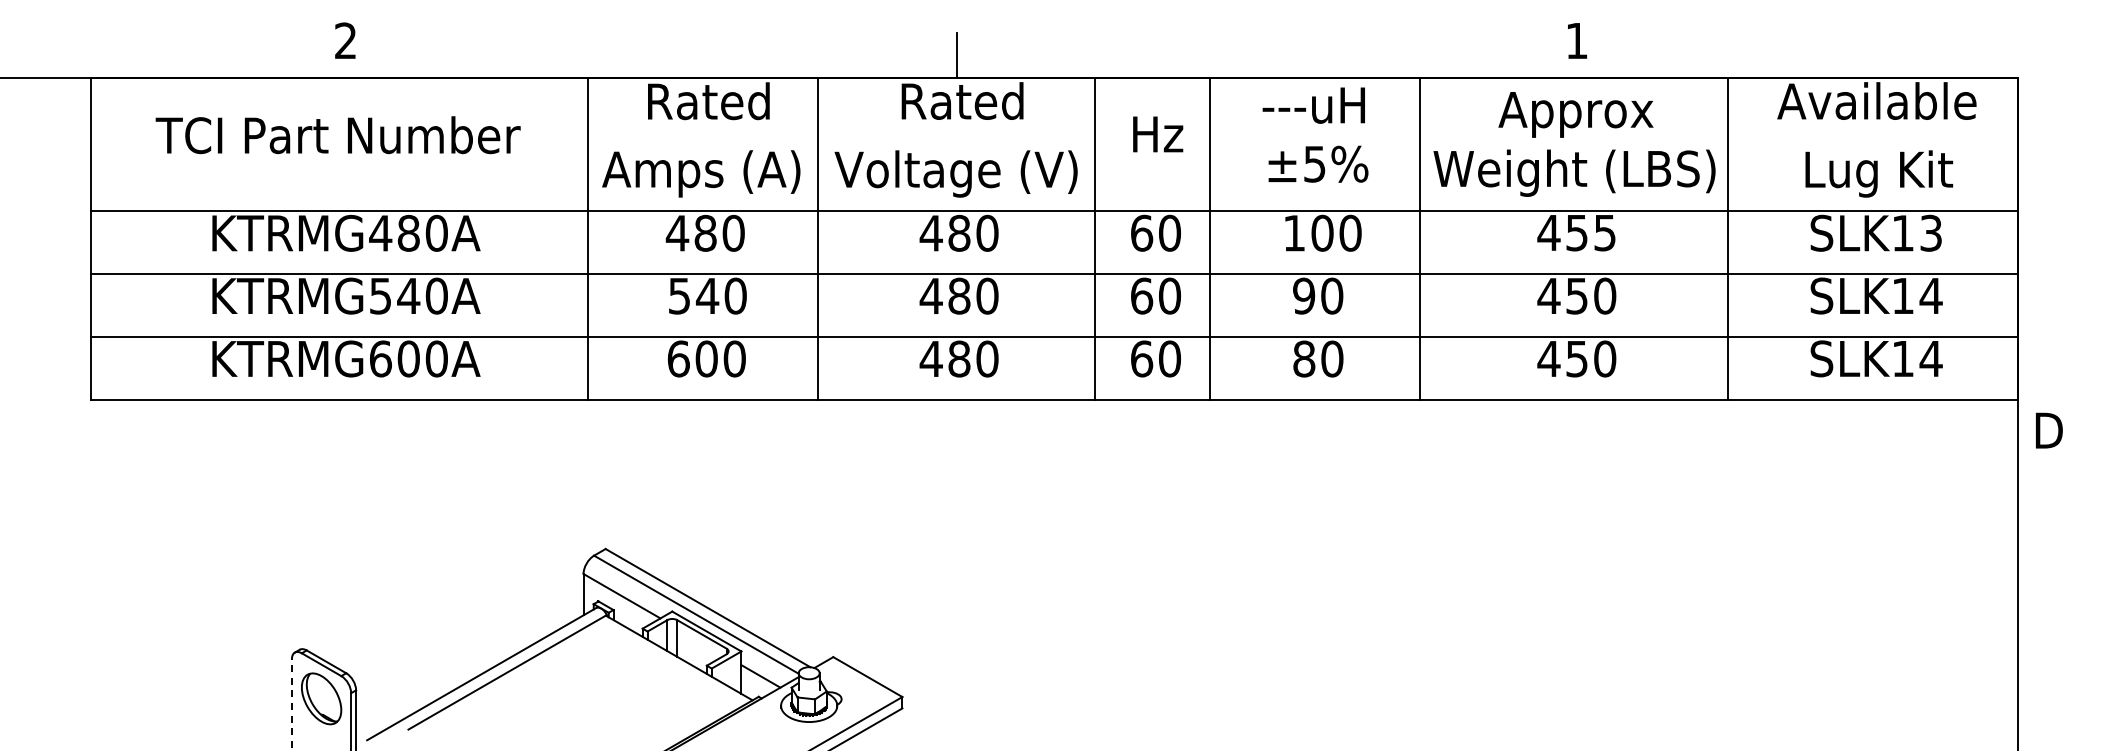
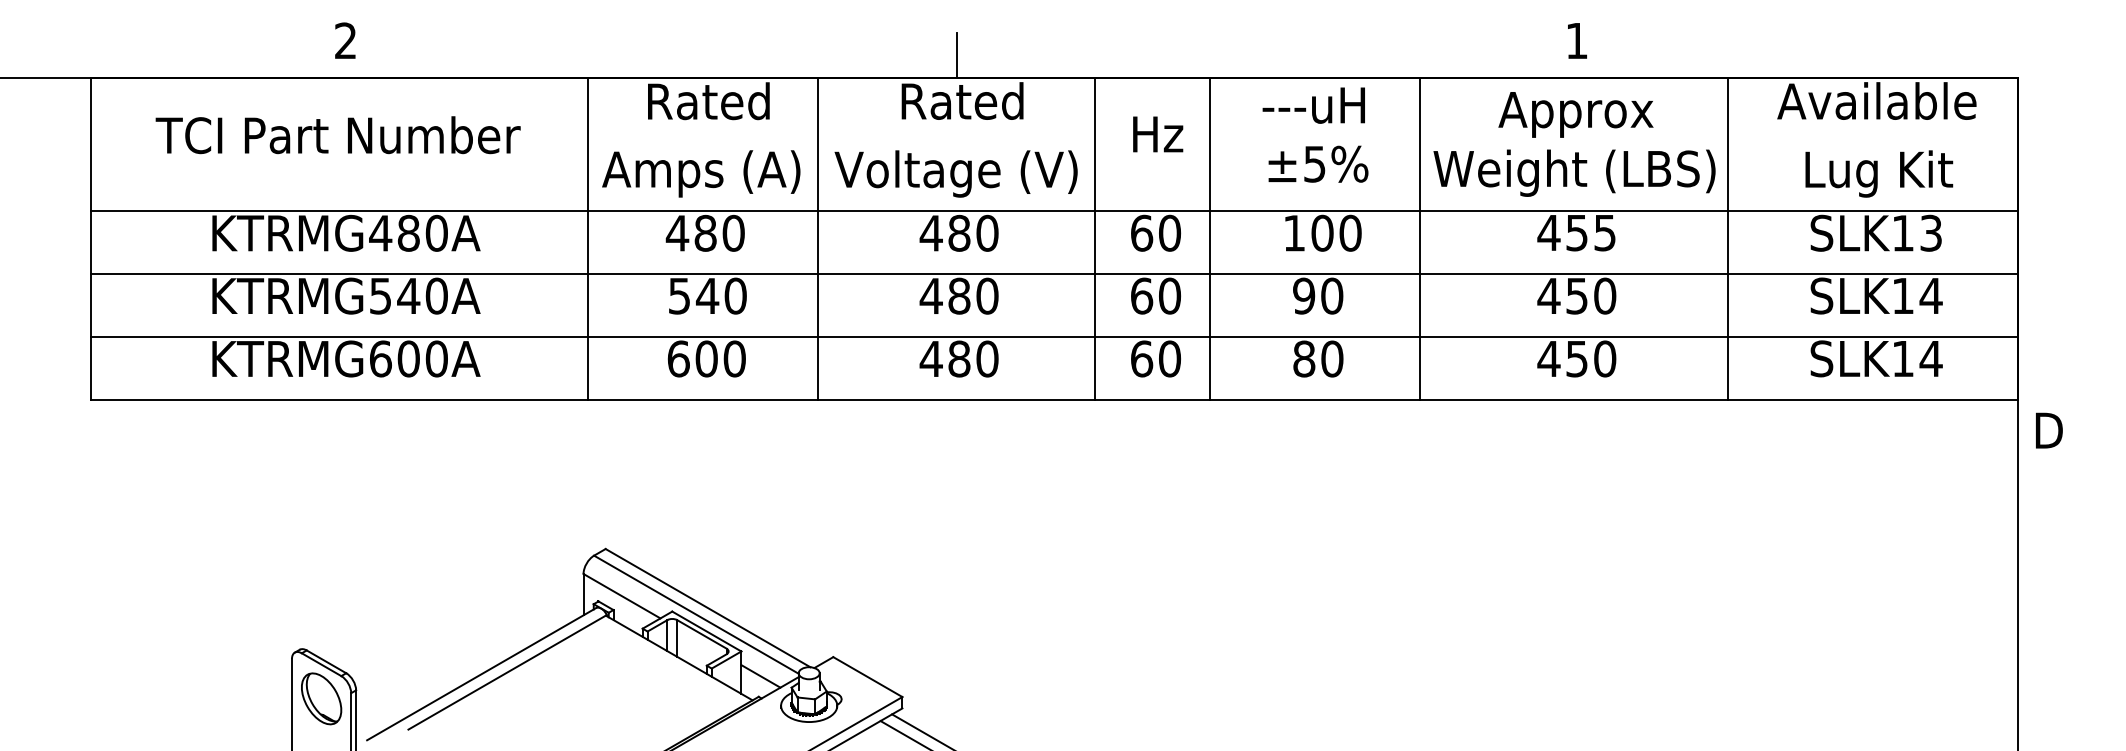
line at (291, 704): dashed -> solid
line at (921, 730): none -> present
line at (903, 734): none -> present
